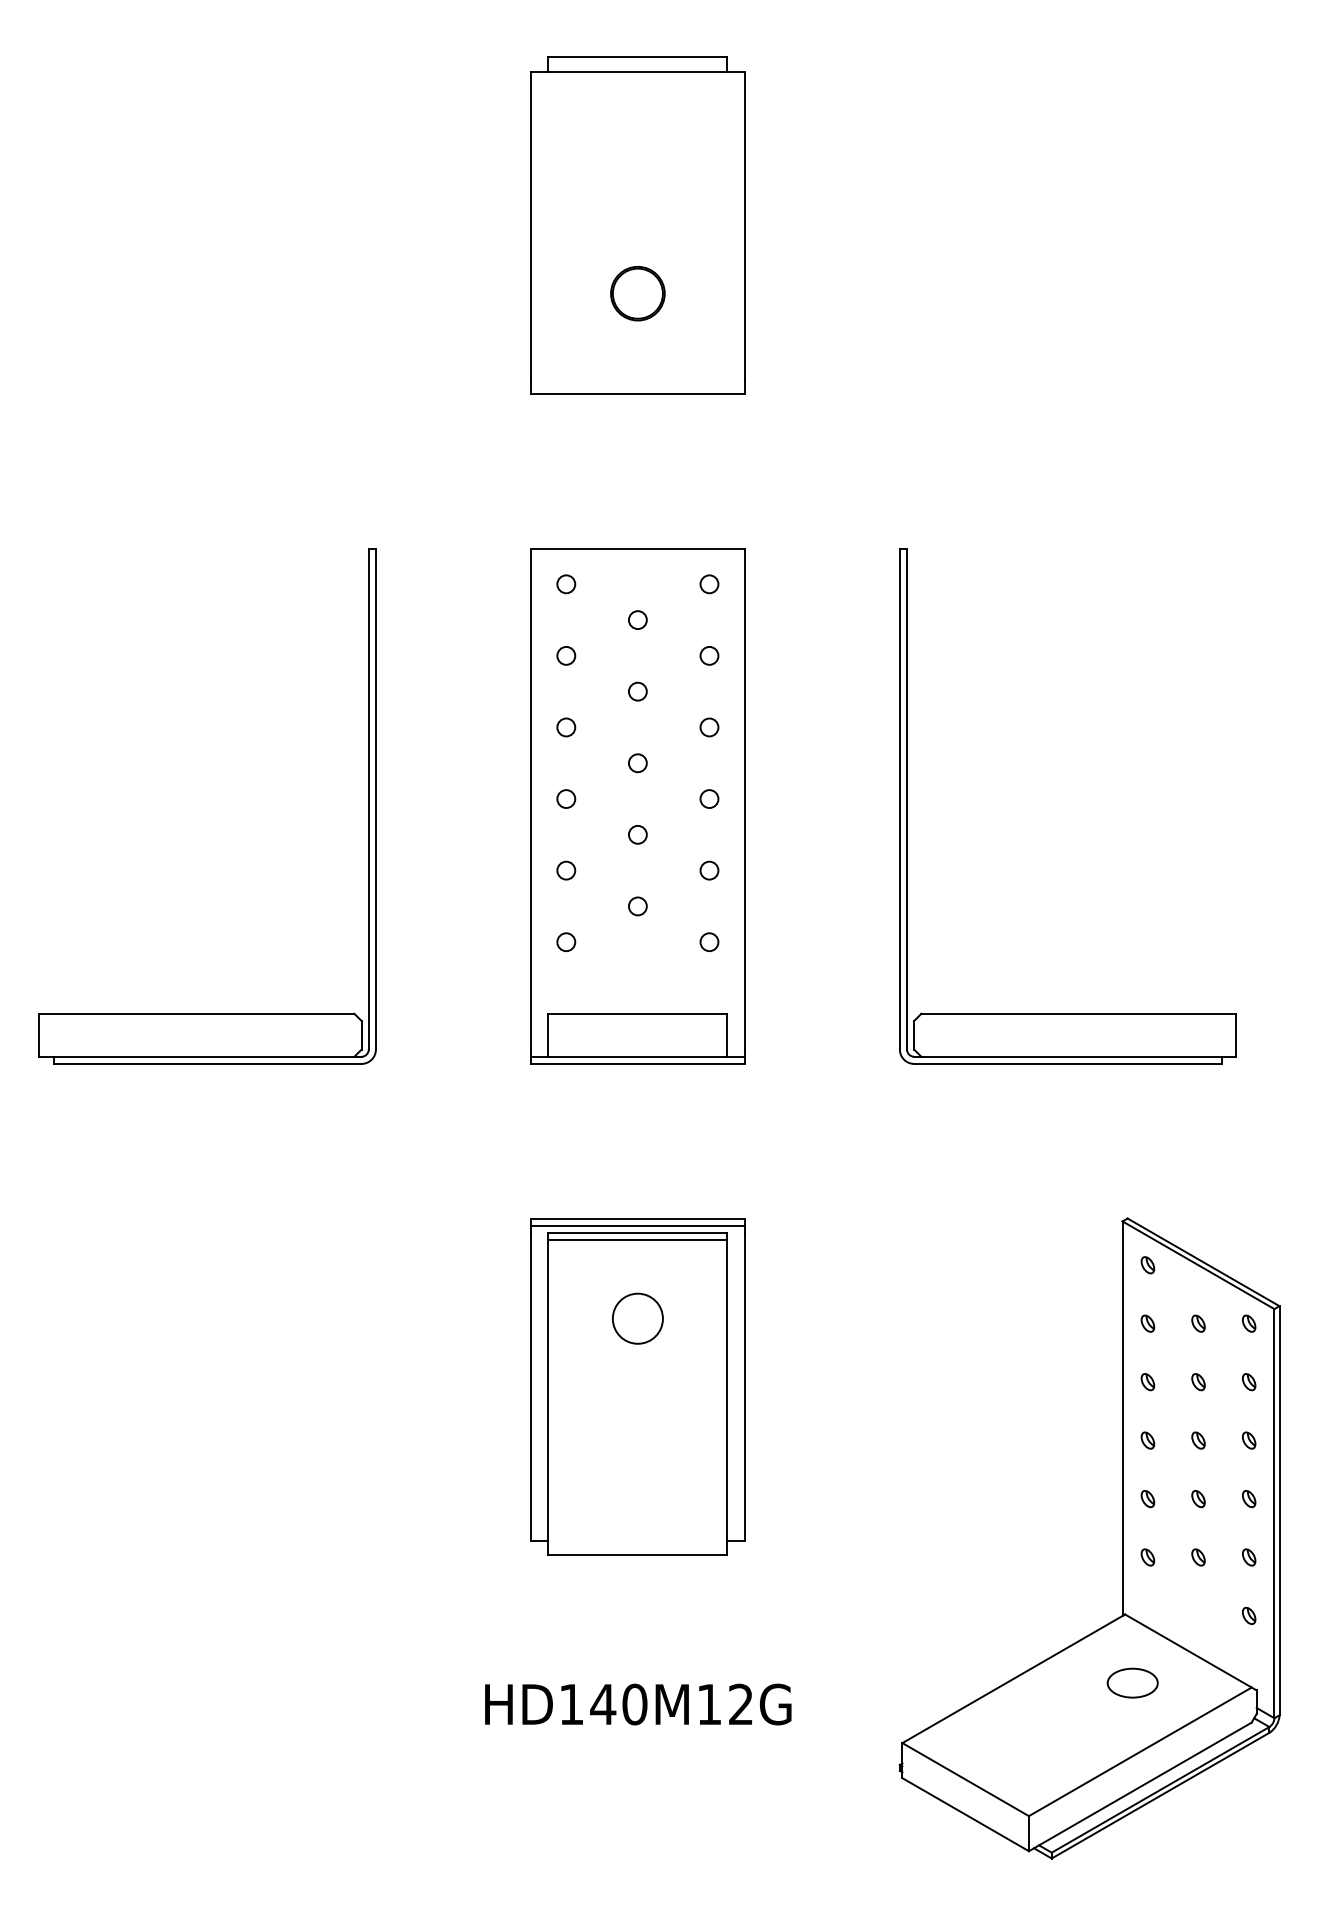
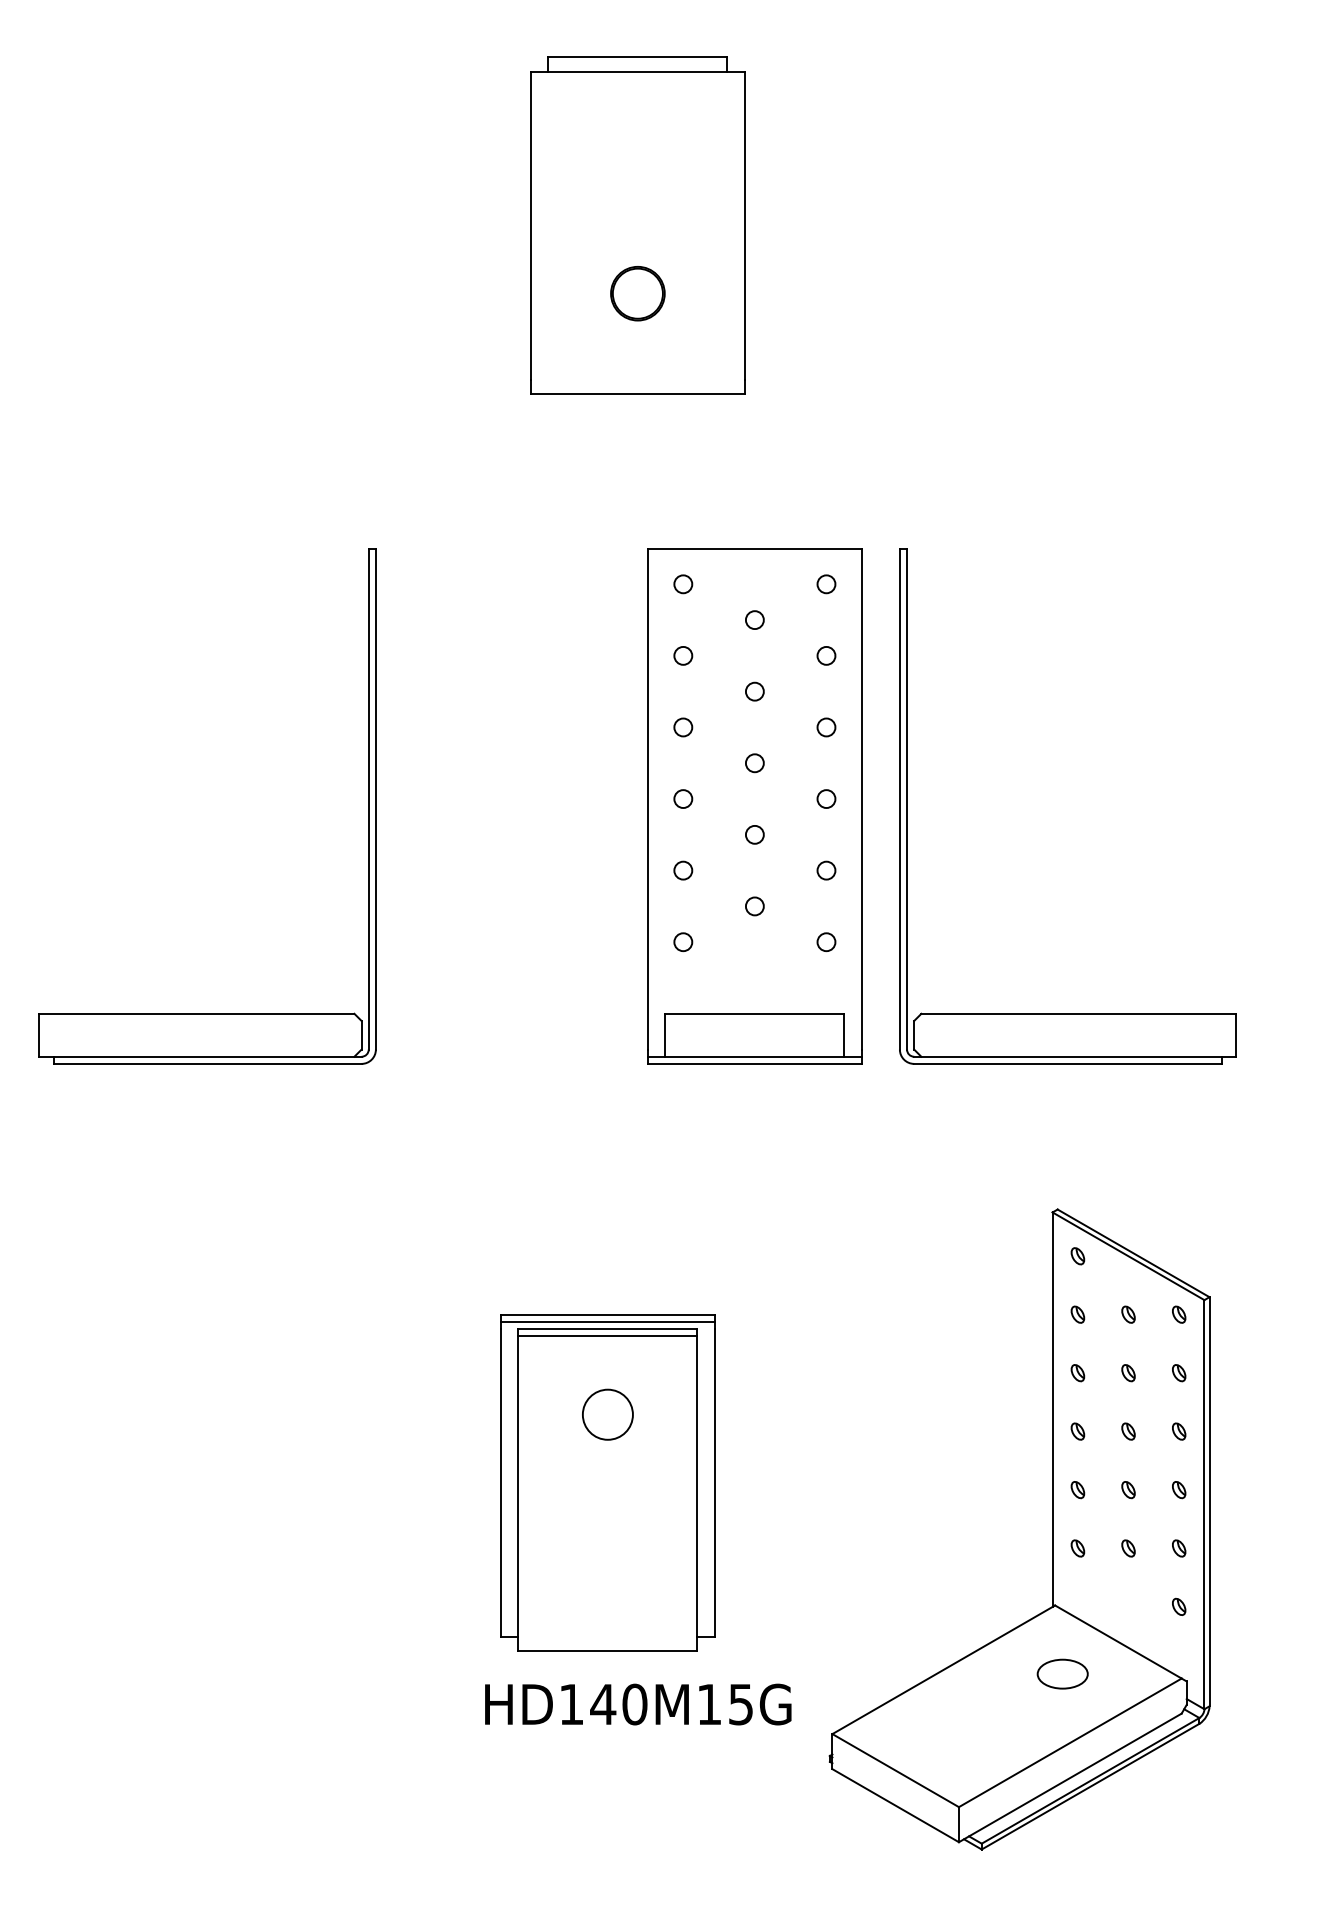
part at (637, 806) position: (637, 806) -> (754, 806)
part at (637, 1386) position: (637, 1386) -> (607, 1482)
part at (1122, 1538) position: (1122, 1538) -> (1052, 1529)
text at (740, 1704): HD140M12G -> HD140M15G
